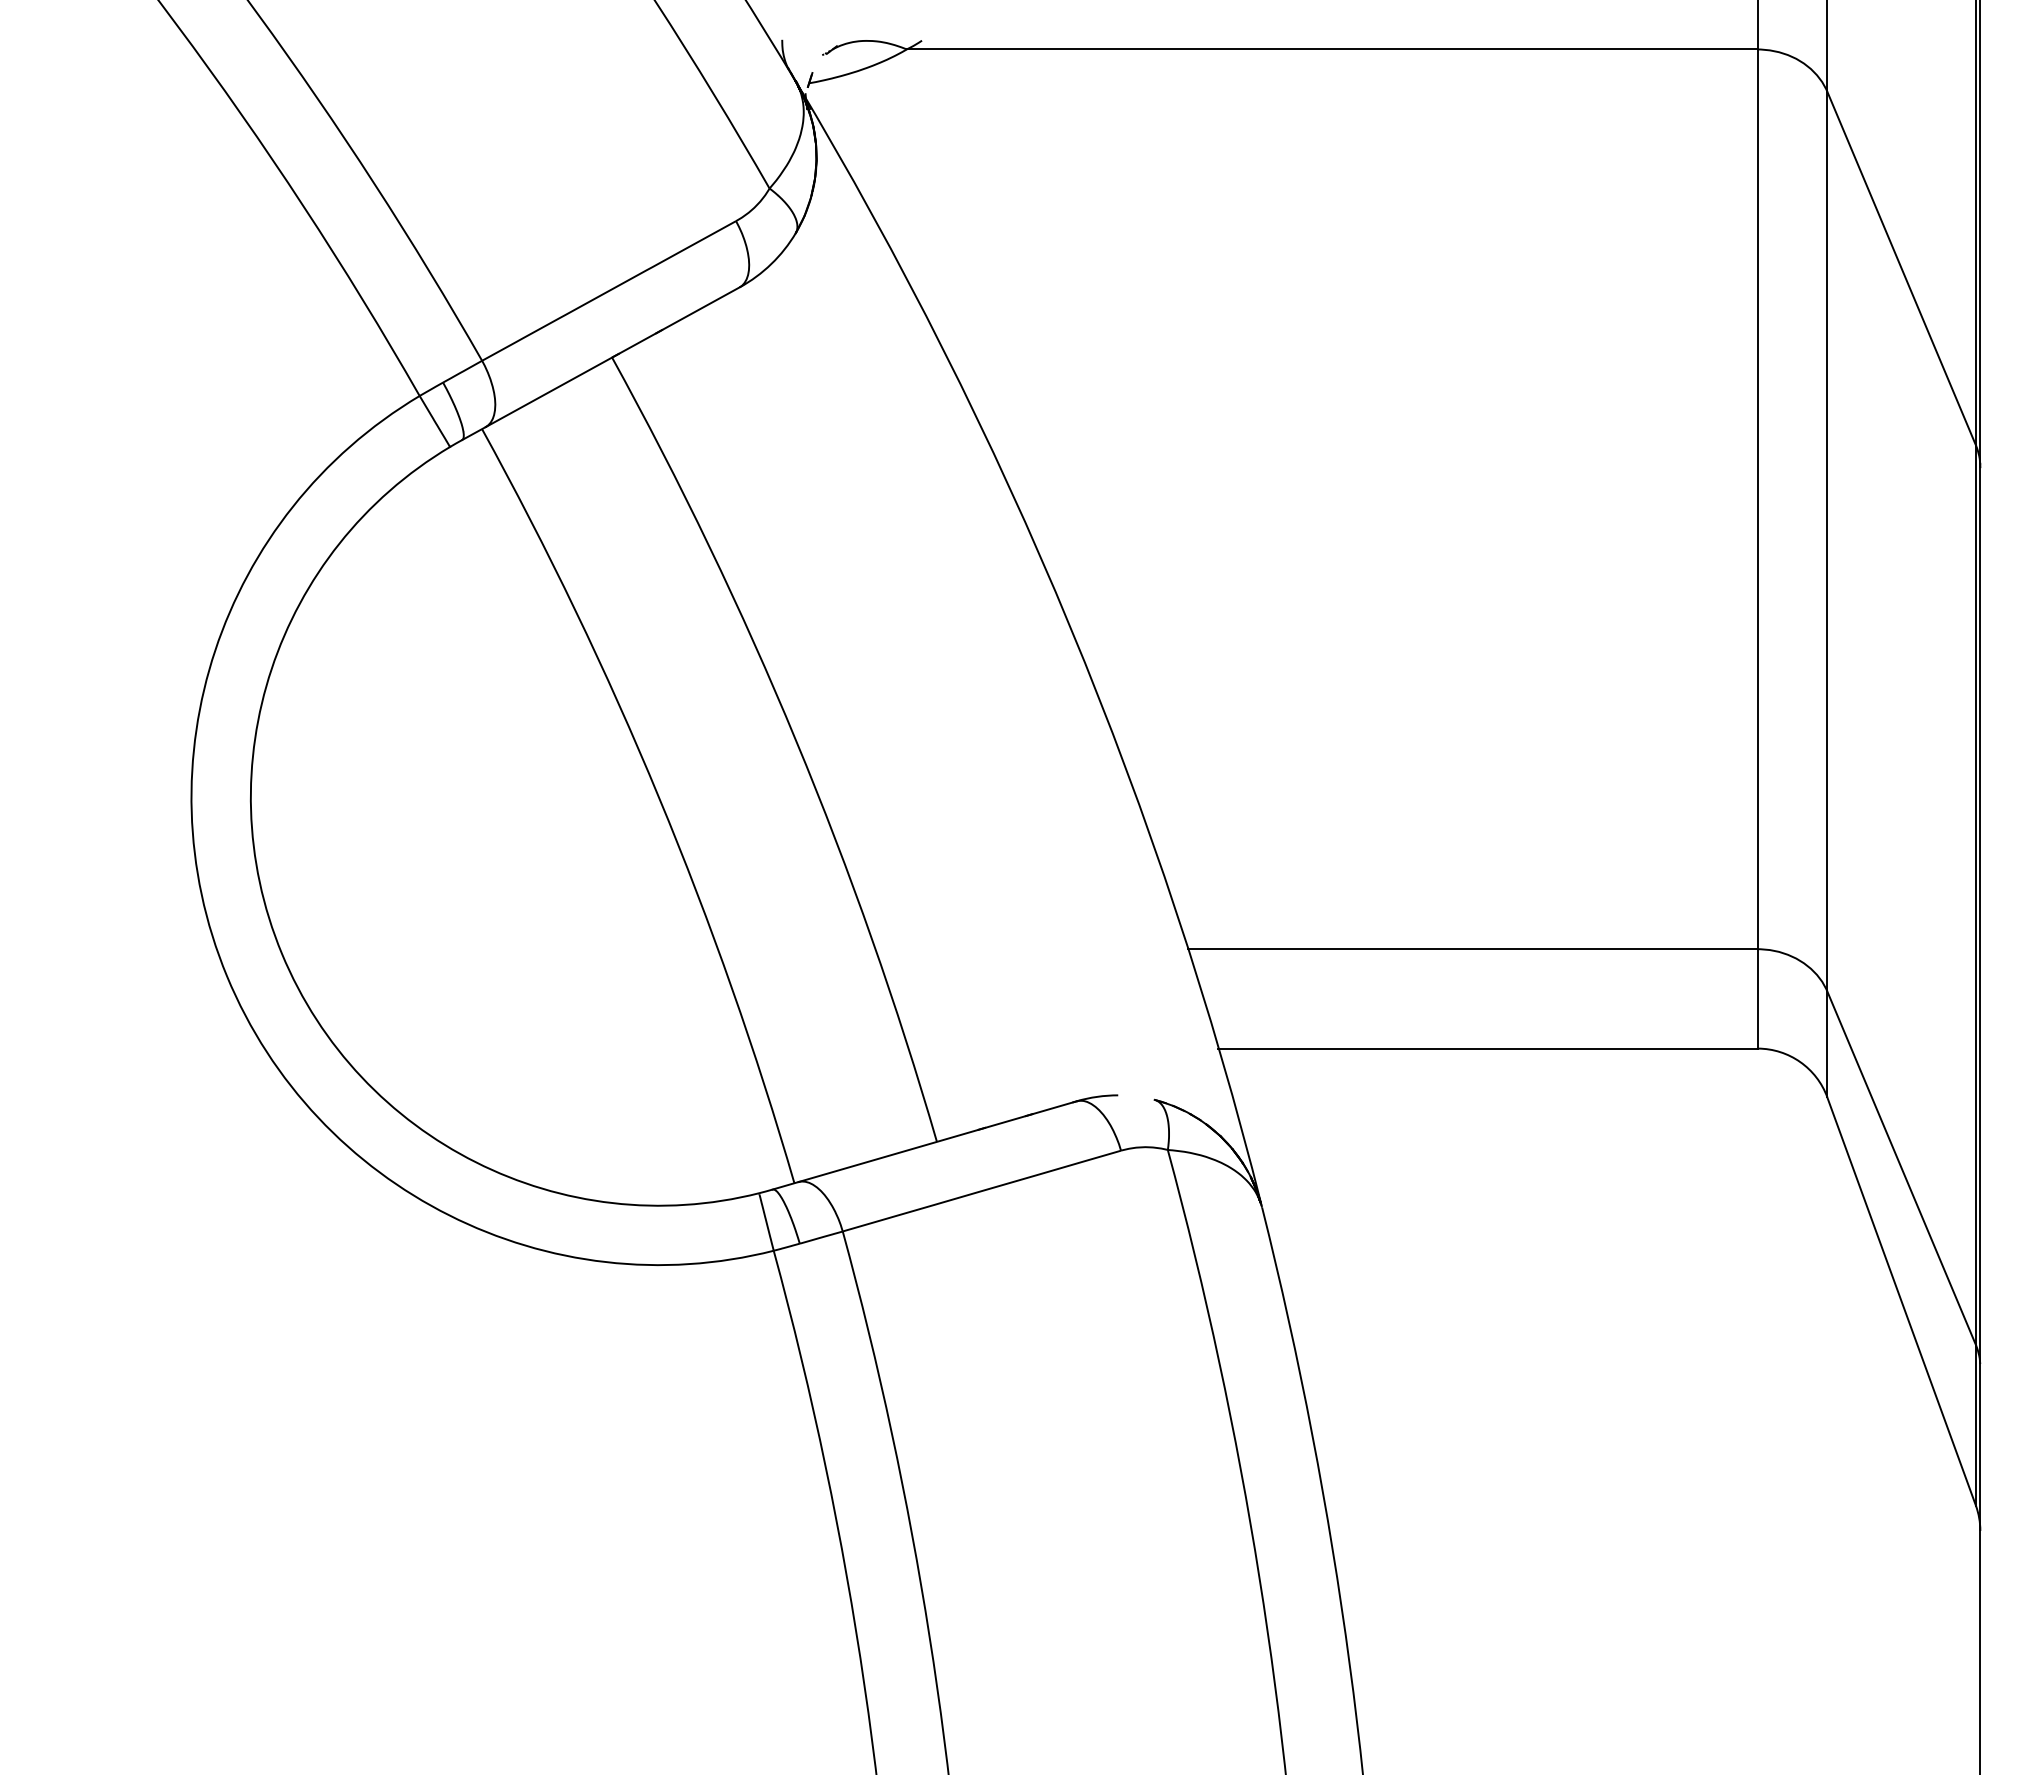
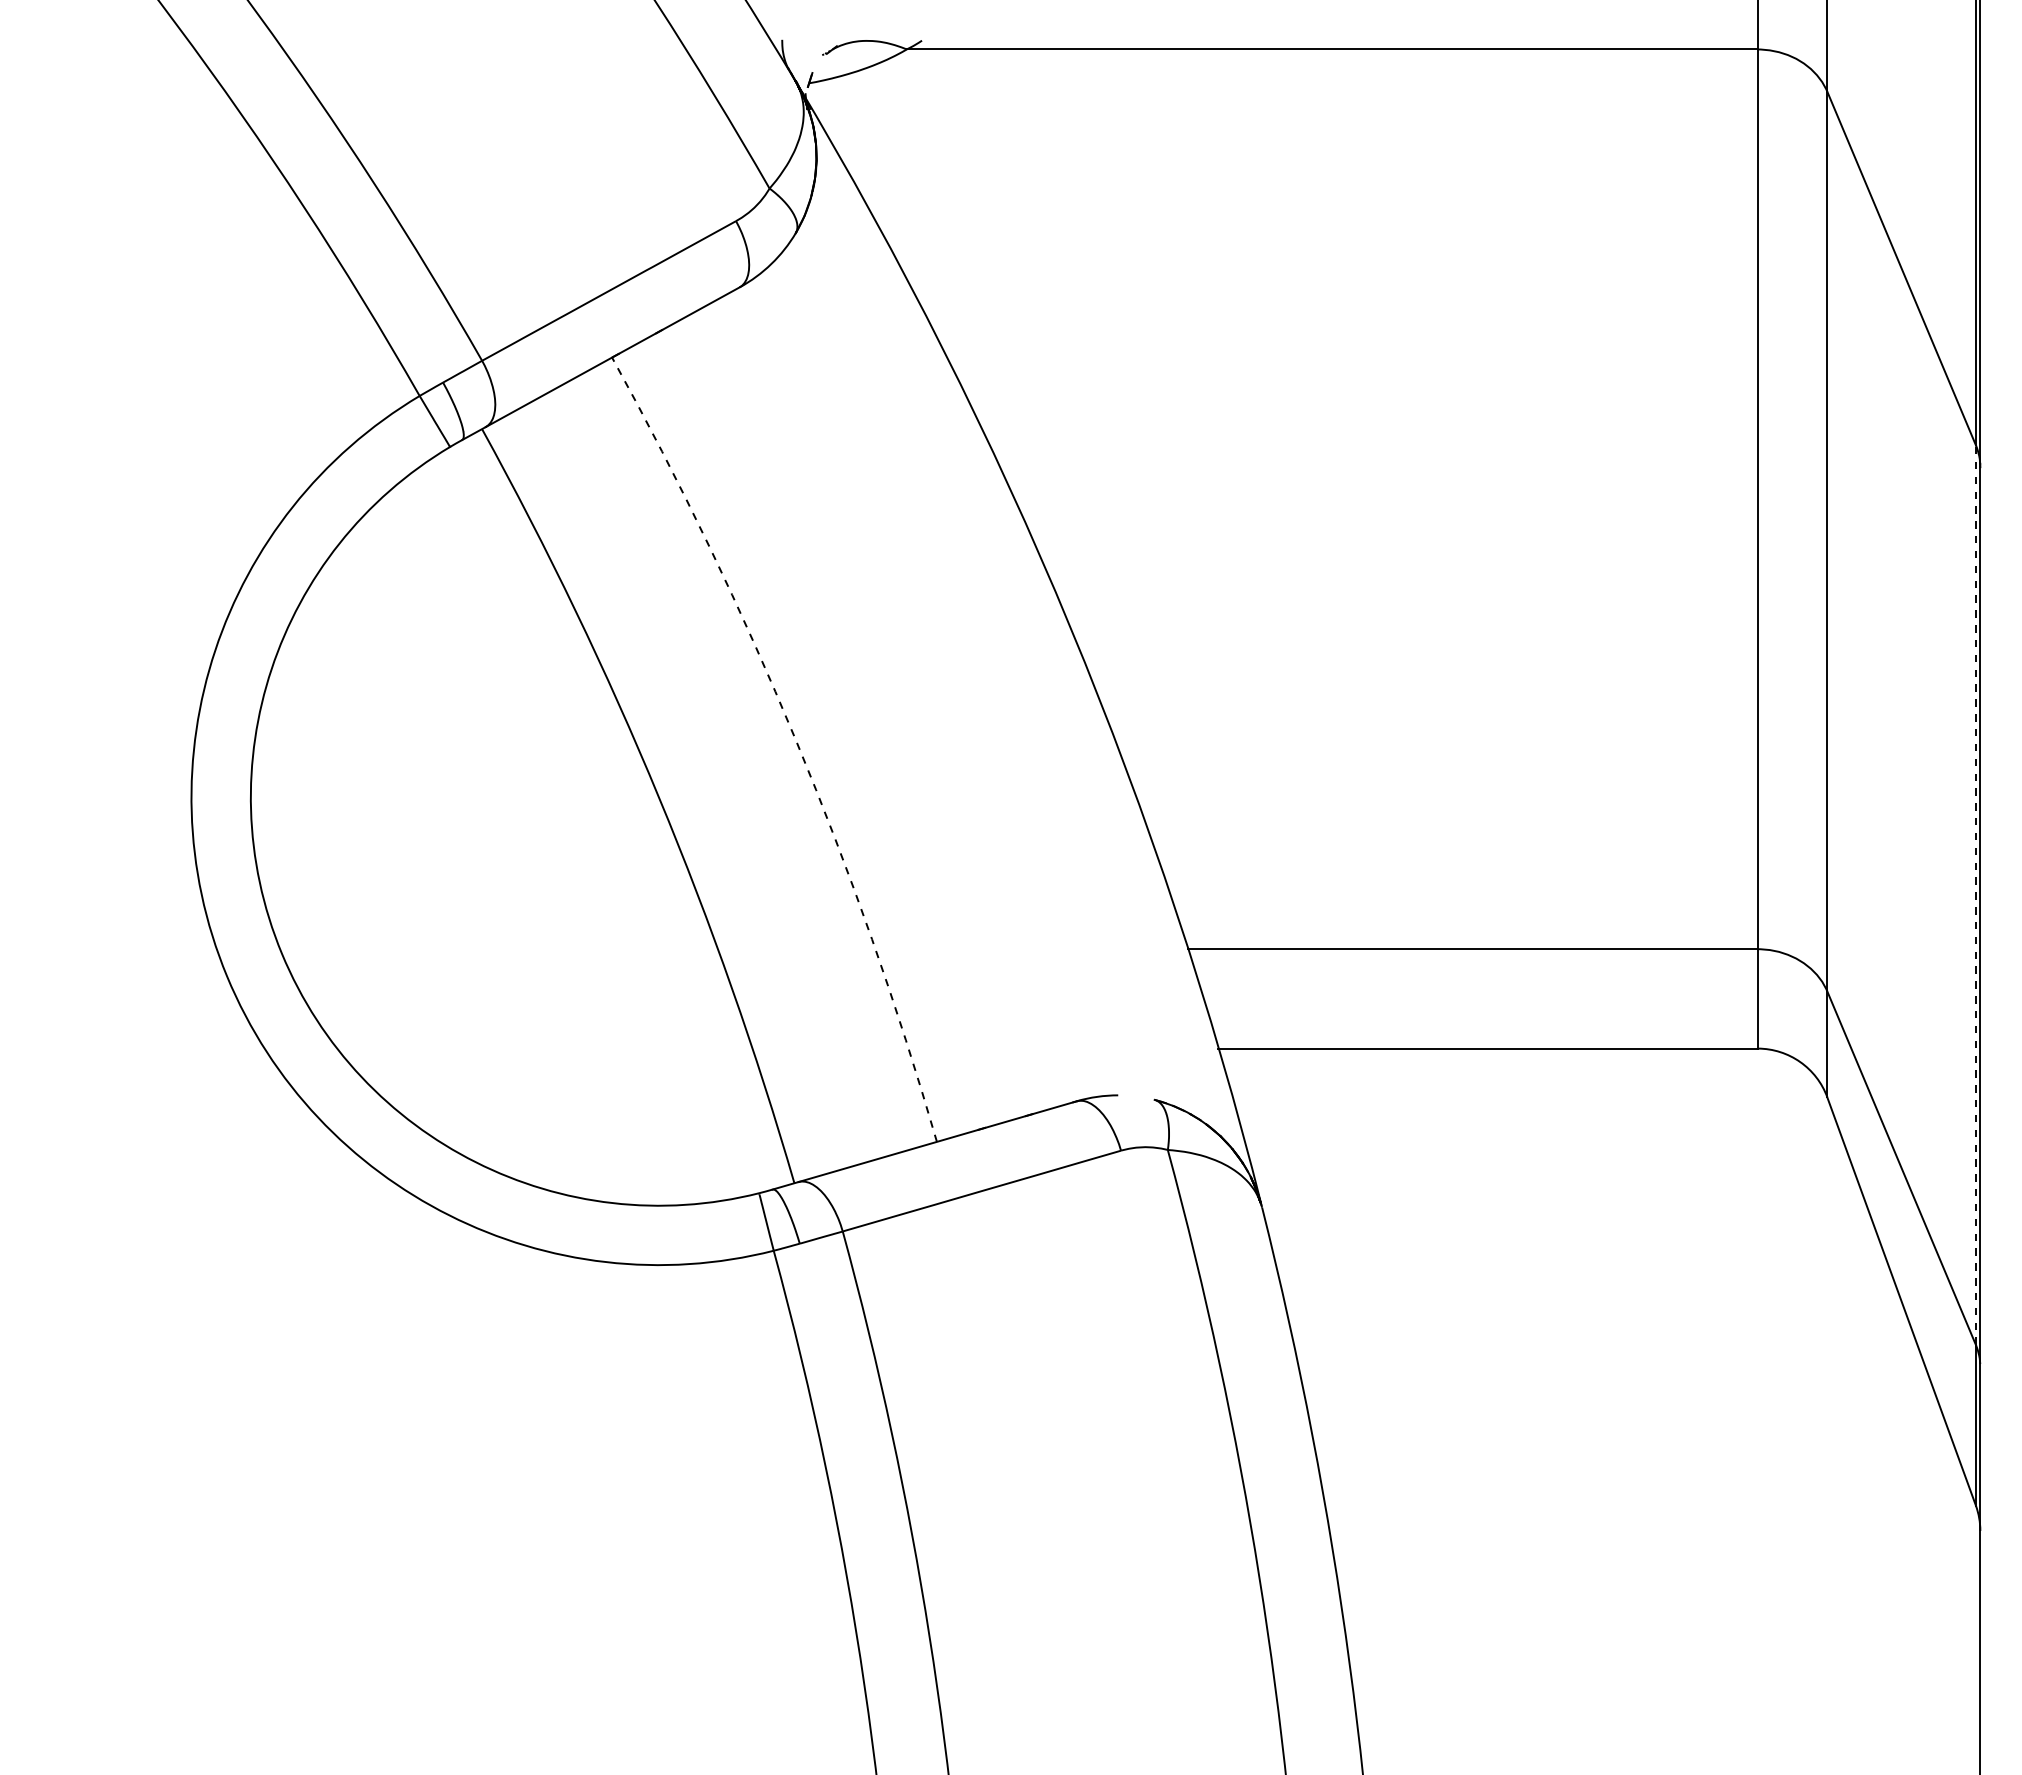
arc at (796, 740): solid -> dashed
line at (1975, 895): solid -> dashed
